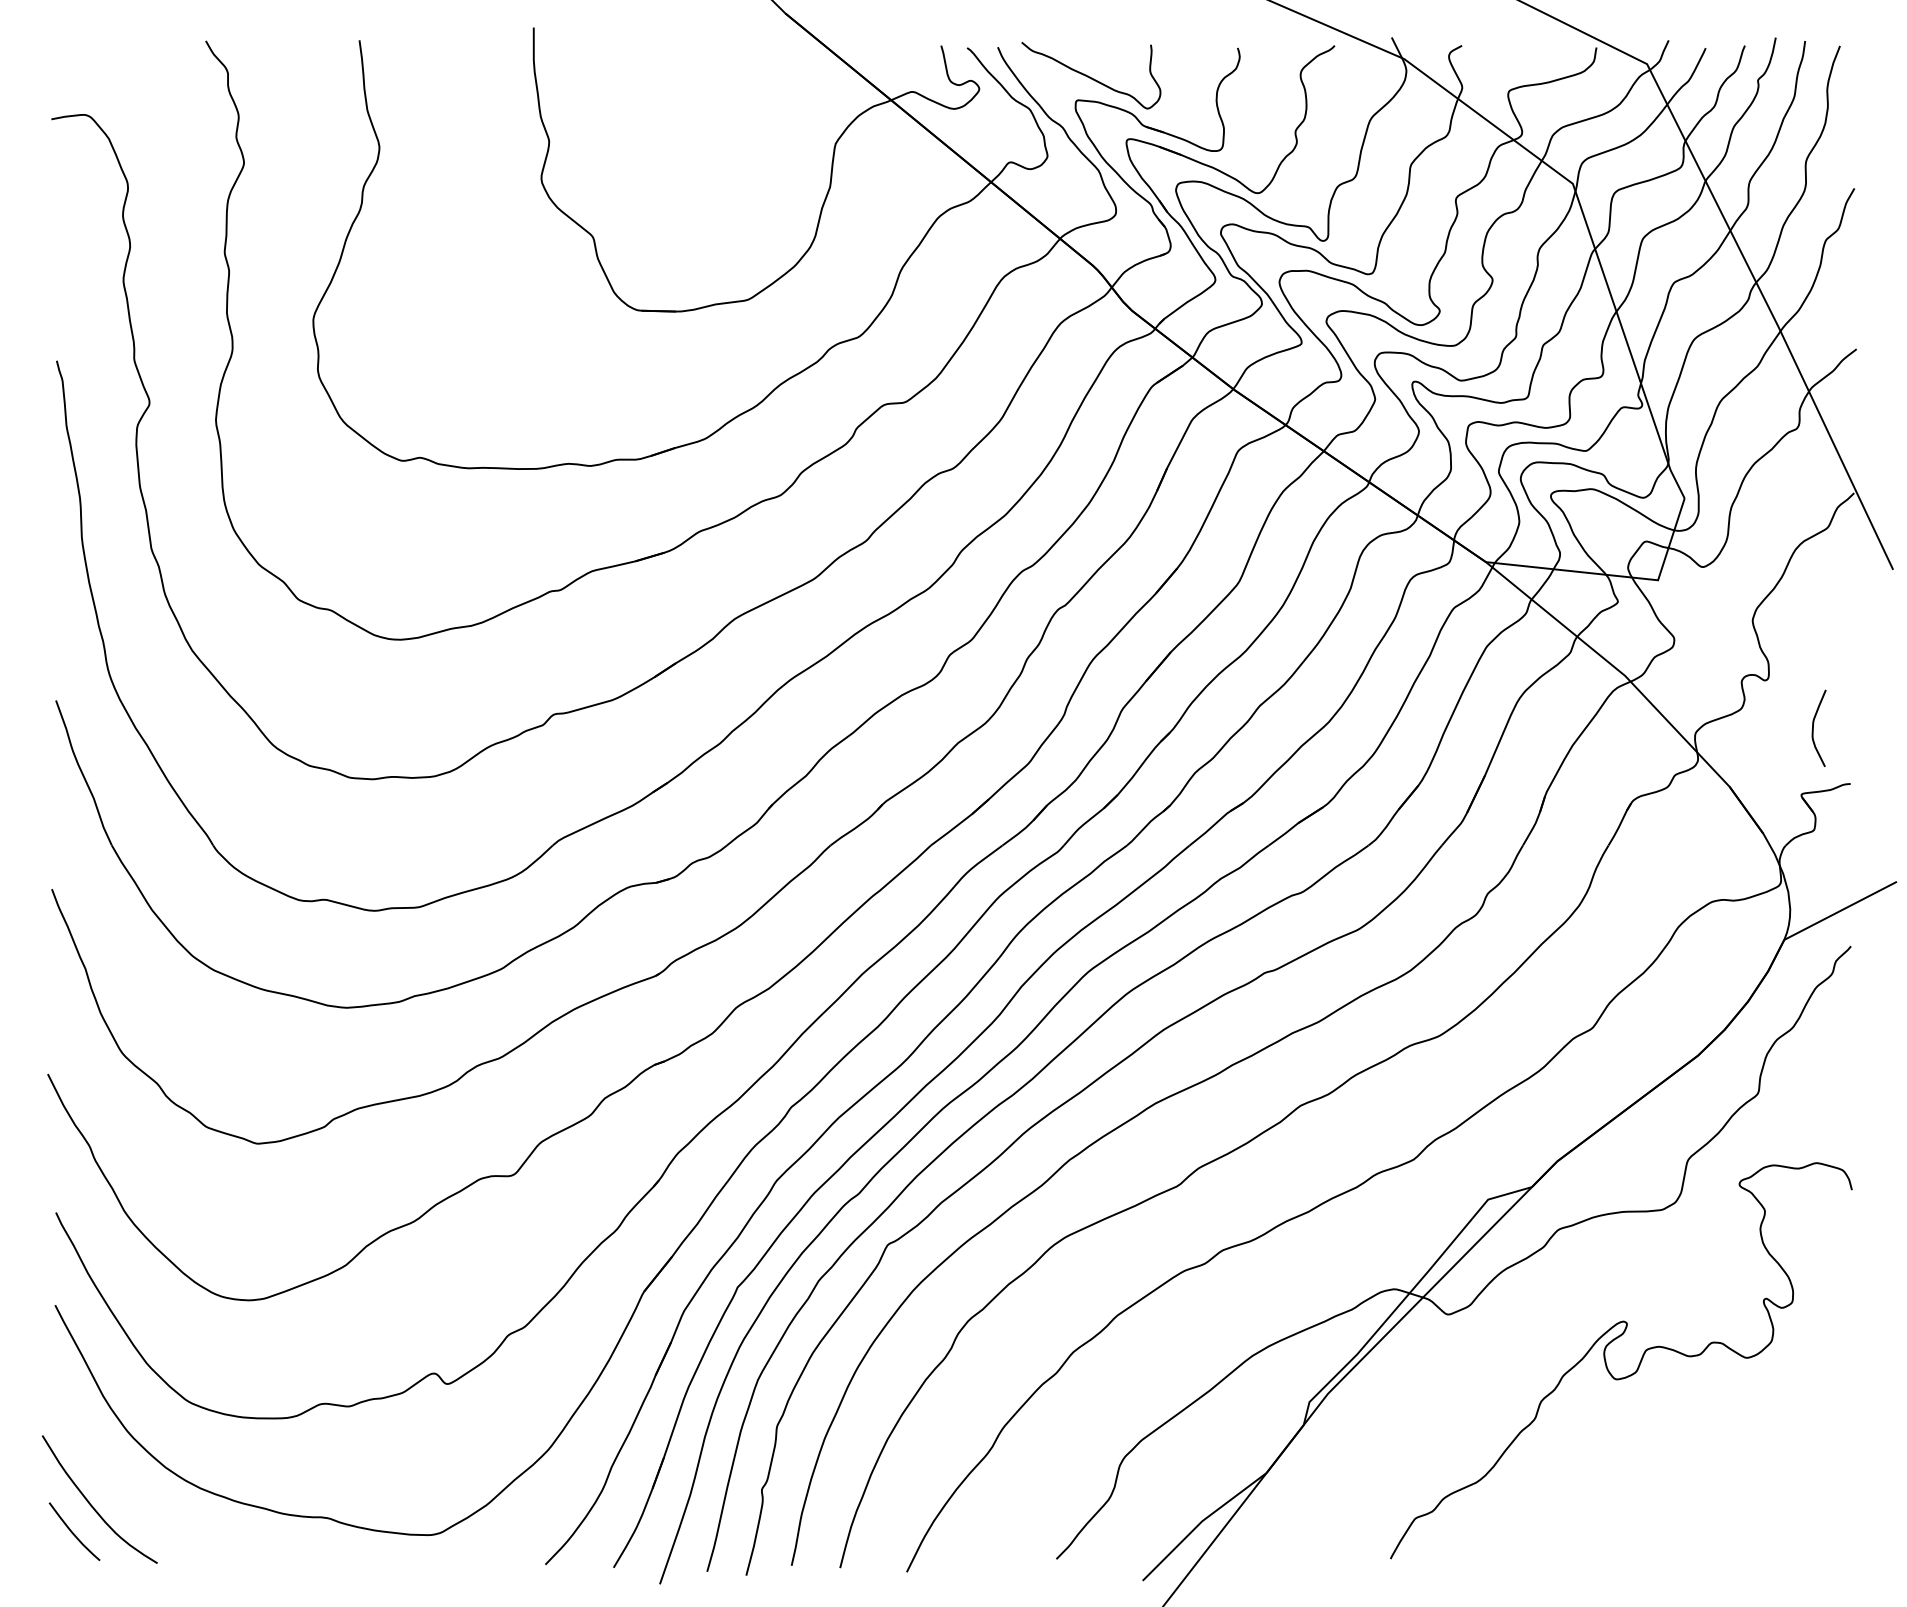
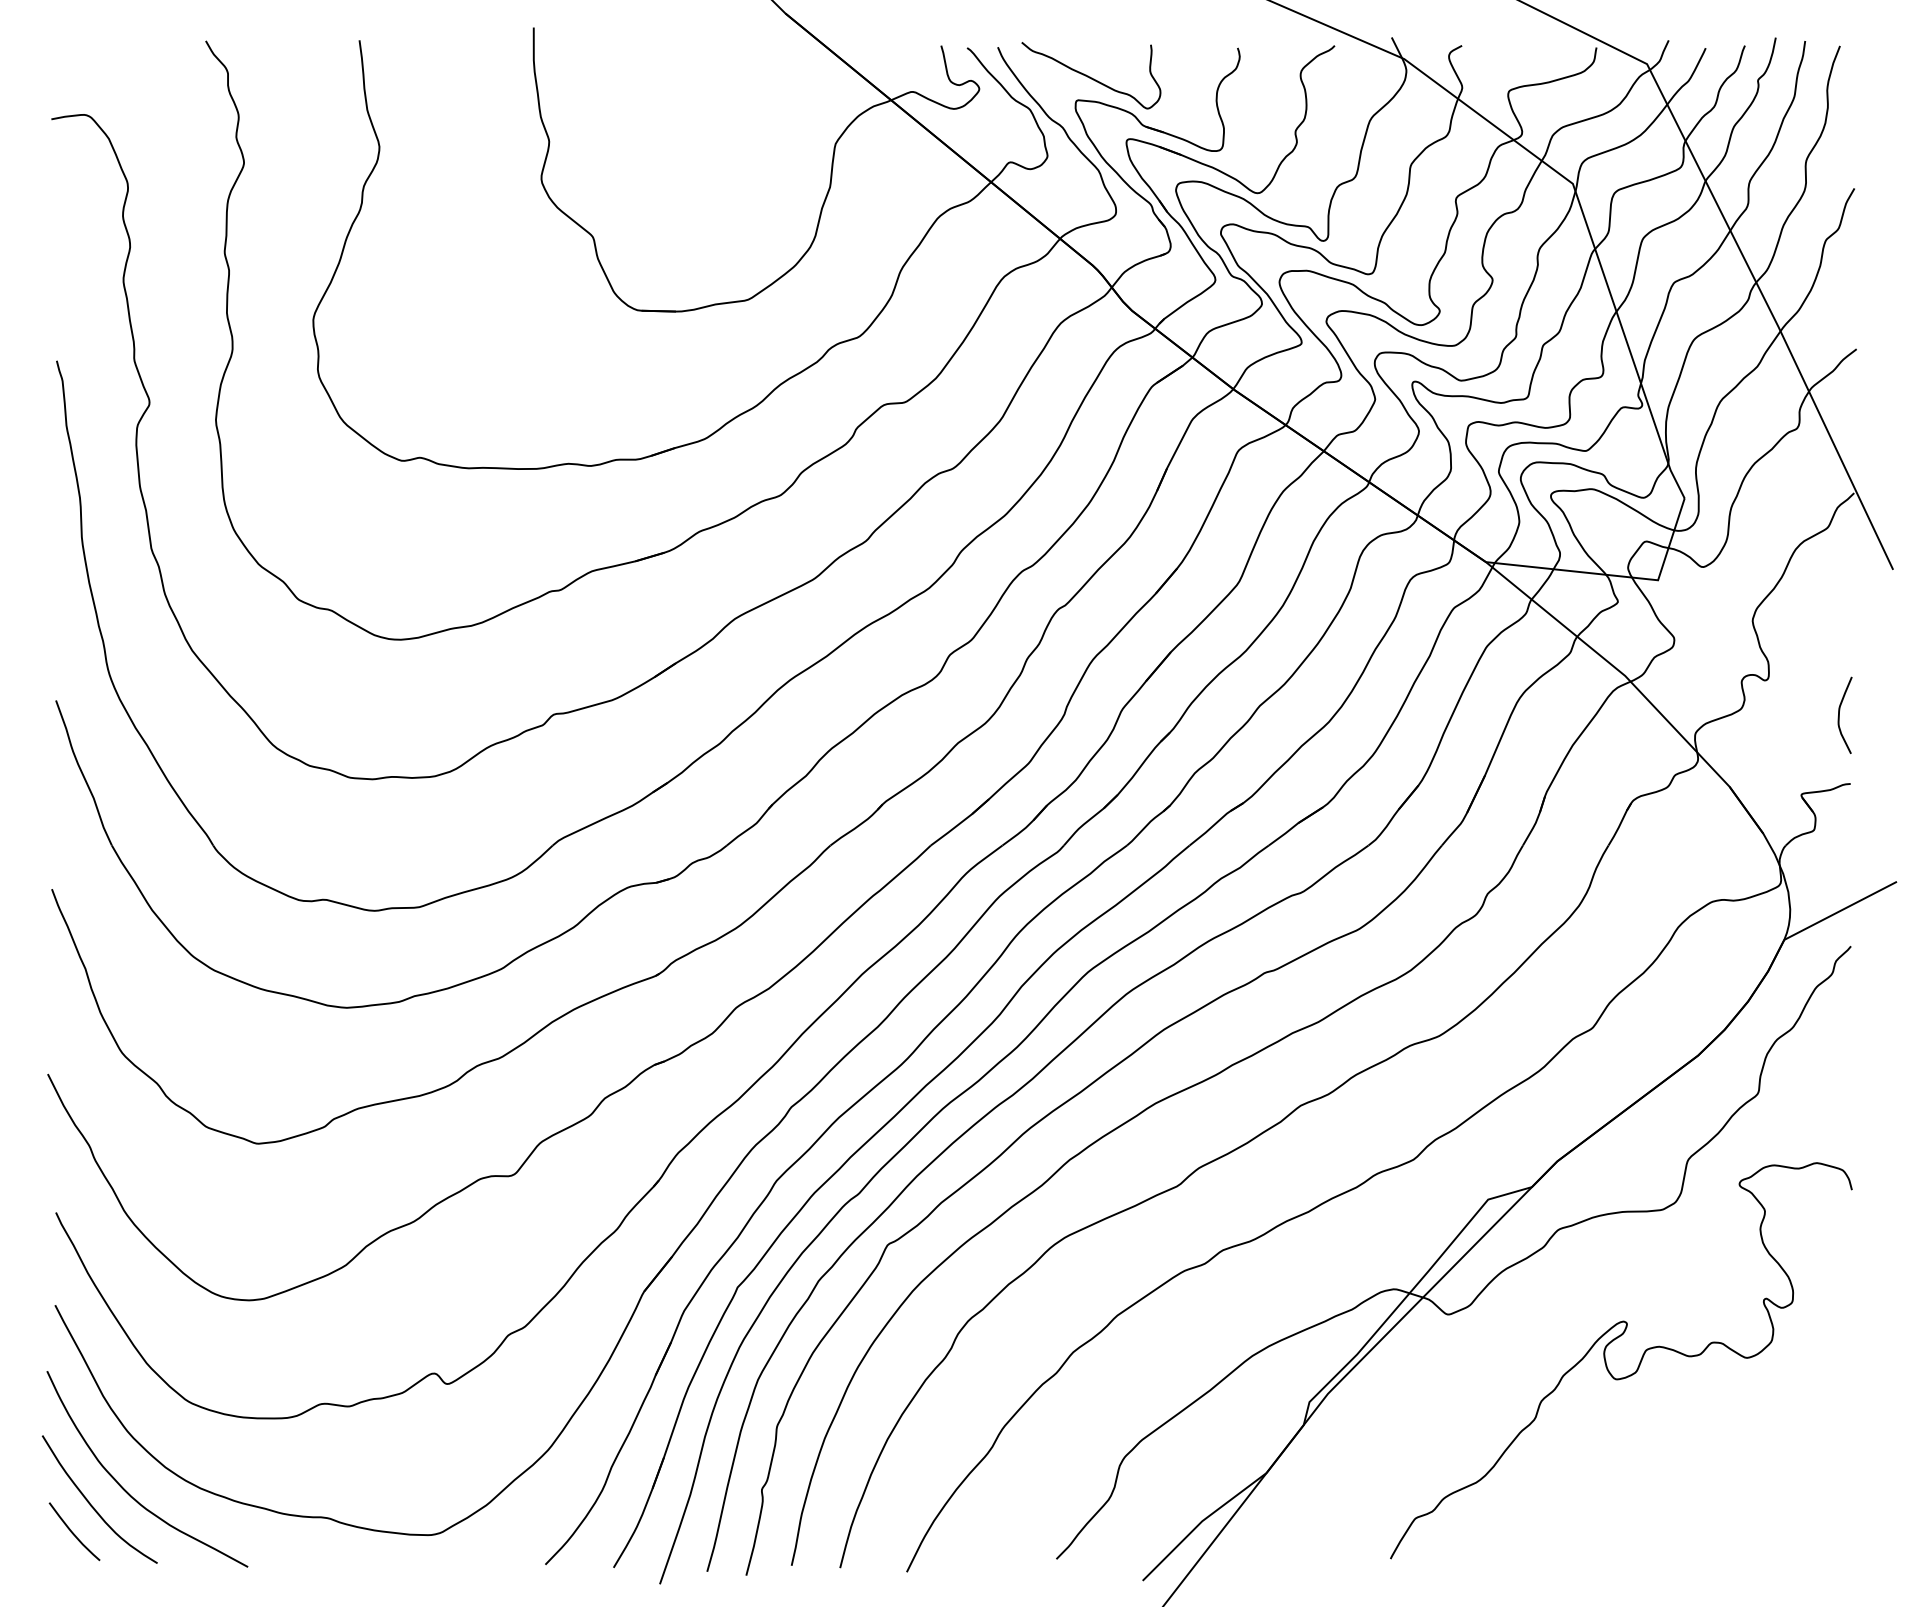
curve at (1813, 727) position: (1813, 727) -> (1839, 714)
curve at (126, 1490): none -> present
